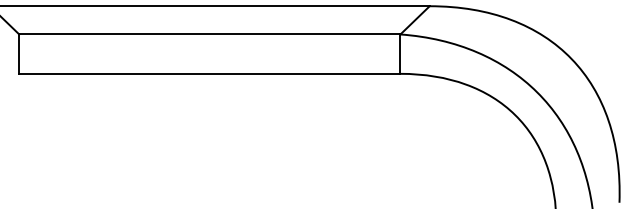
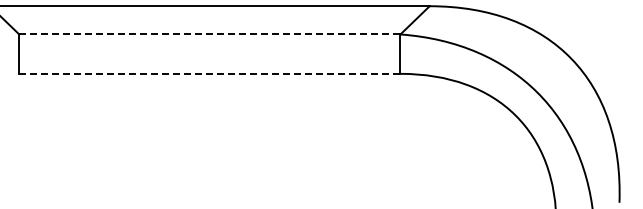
line at (209, 34): solid -> dashed
line at (209, 73): solid -> dashed
